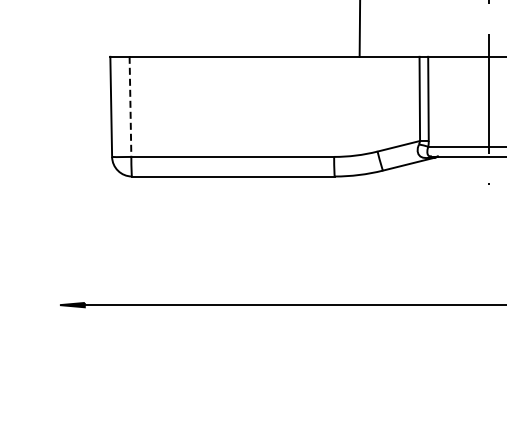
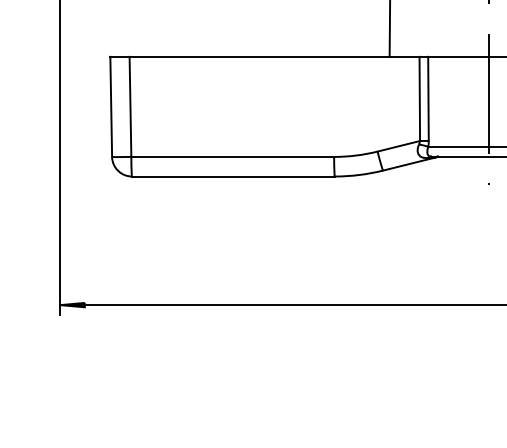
line at (359, 29) position: (359, 29) -> (389, 29)
line at (130, 107): dashed -> solid
line at (59, 158): none -> present
